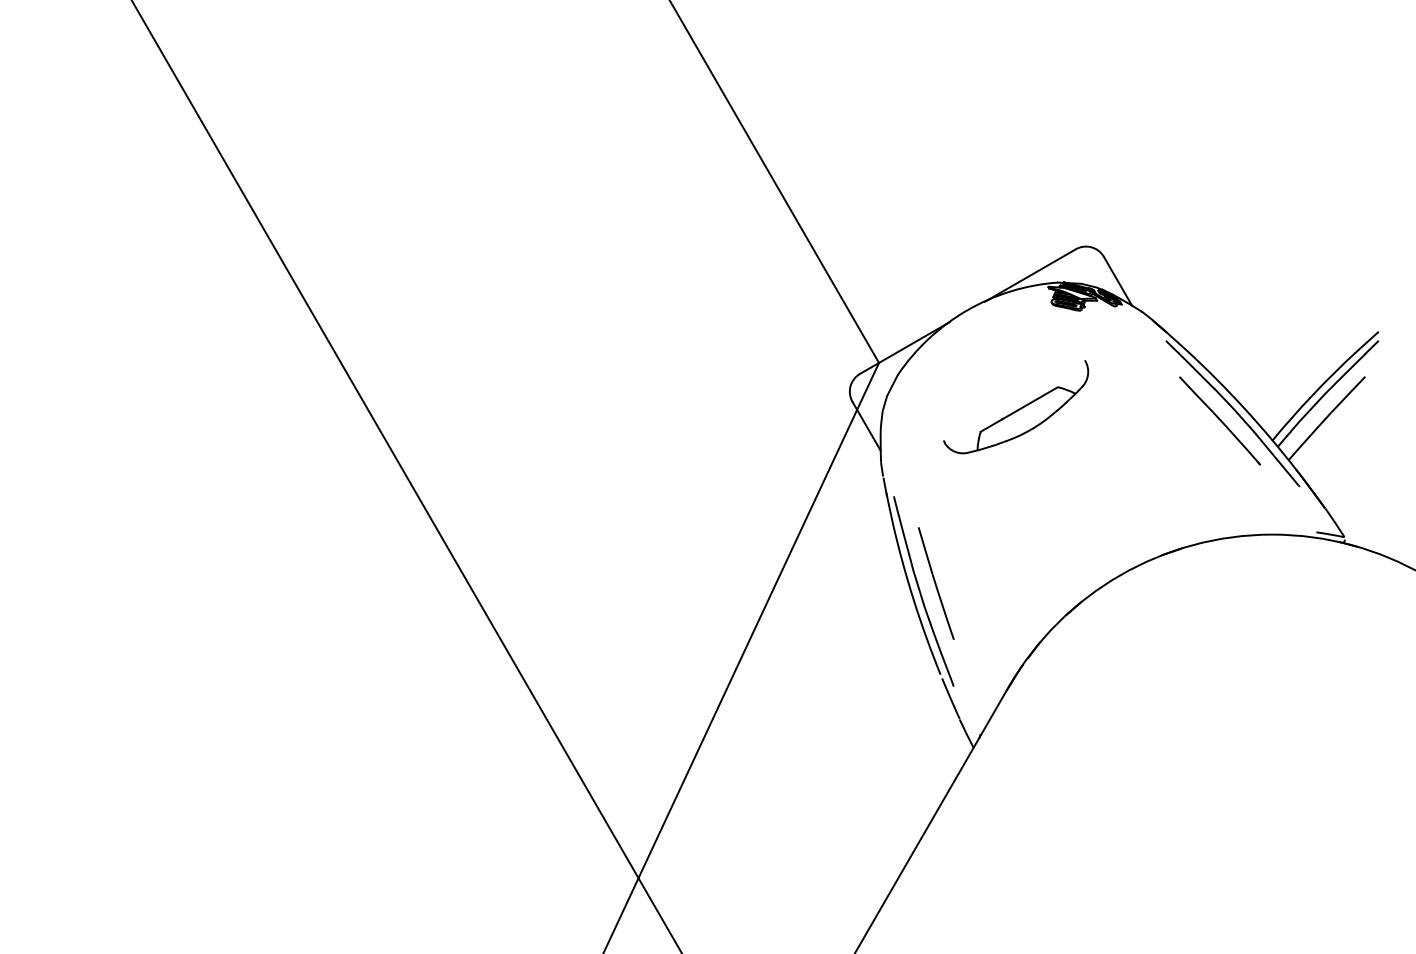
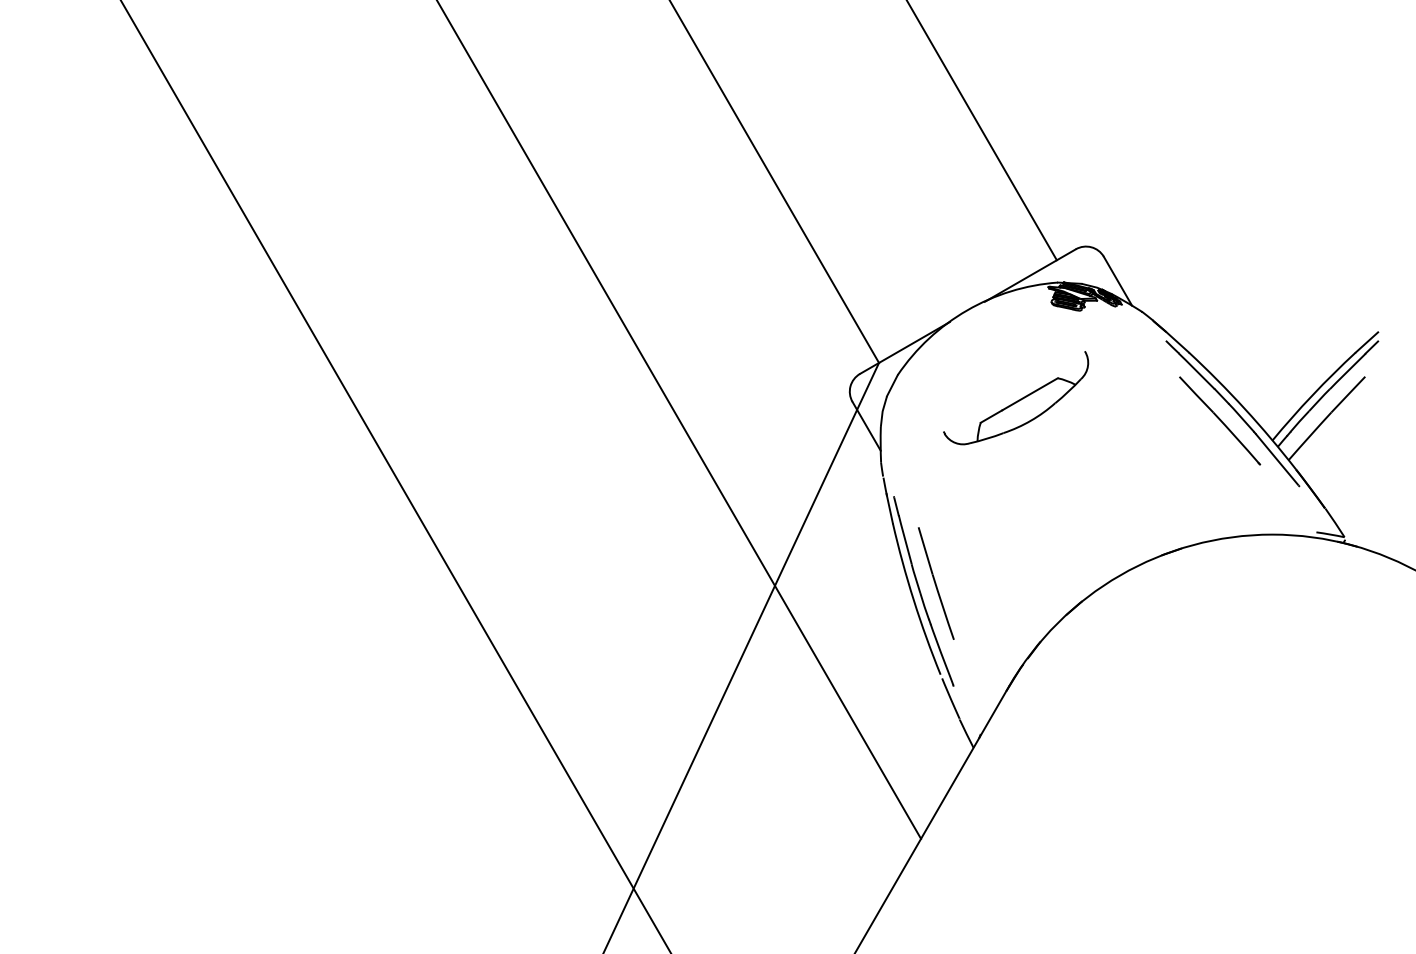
line at (981, 131): none -> present
part at (1016, 407) position: (1016, 407) -> (1016, 398)
line at (679, 420): none -> present
line at (406, 476) position: (406, 476) -> (395, 476)
